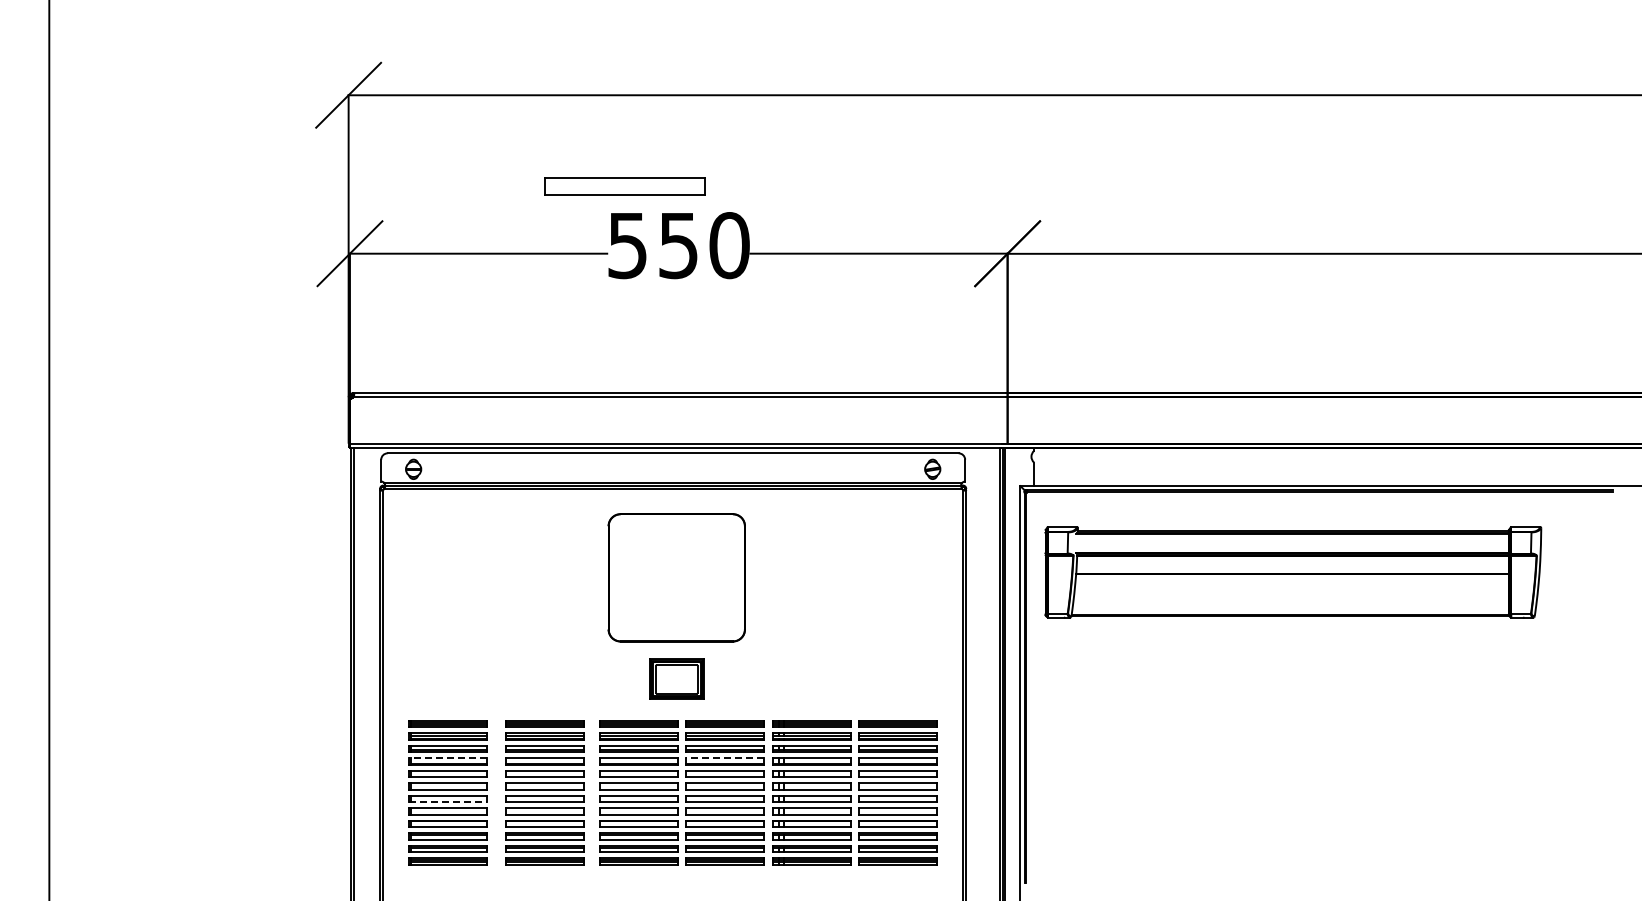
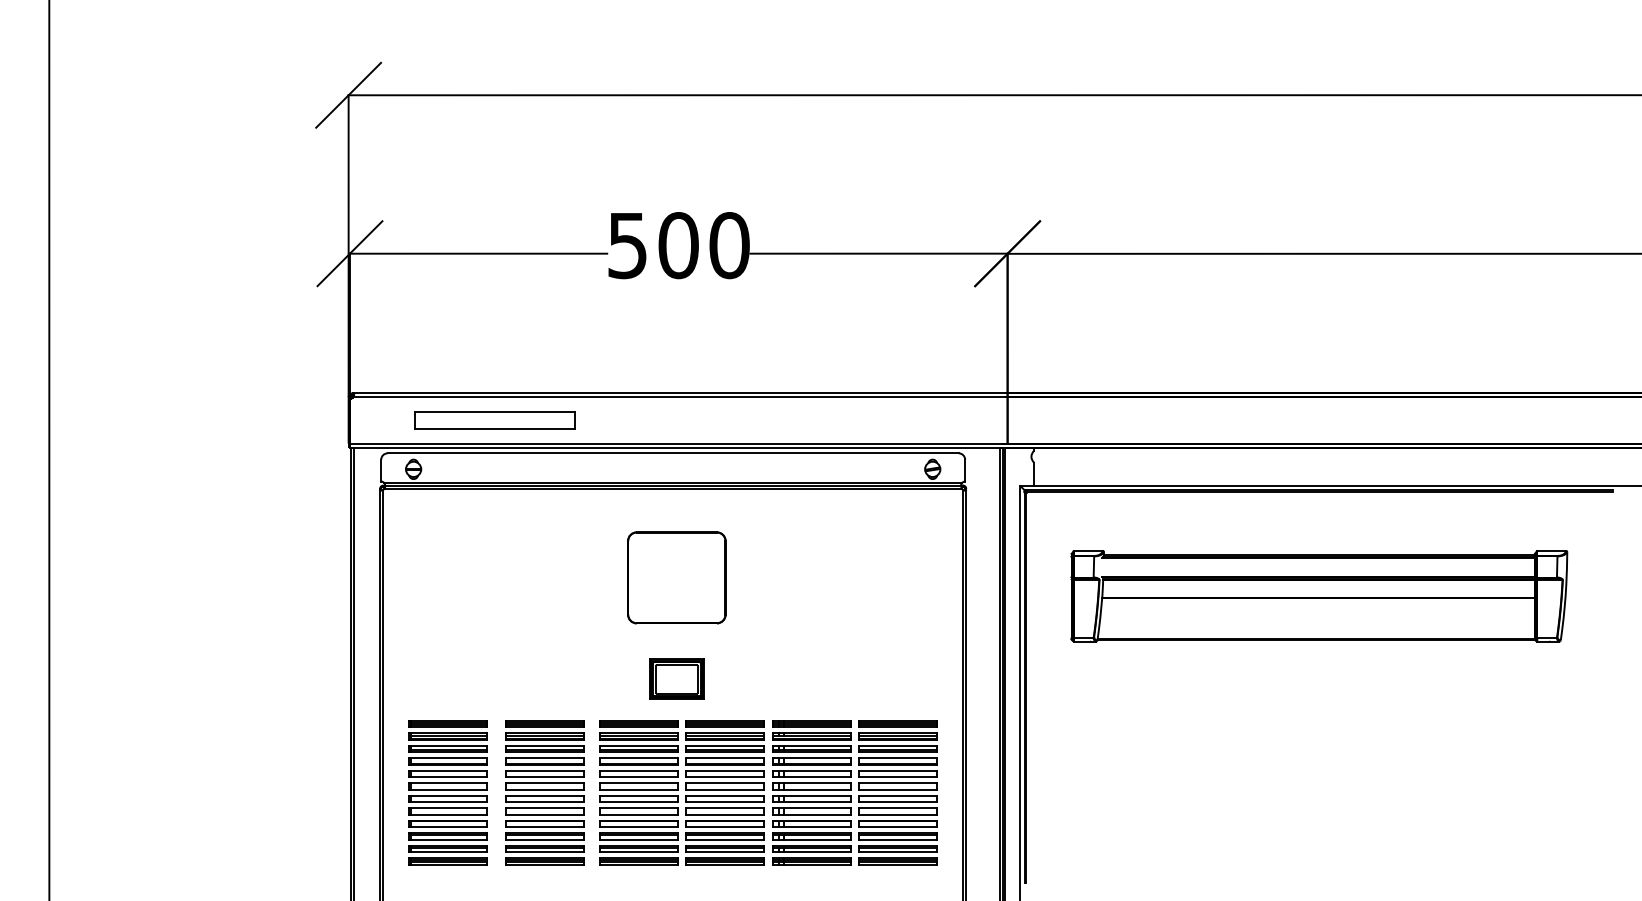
part at (624, 186) position: (624, 186) -> (494, 420)
text at (678, 245): 550 -> 500
part at (1293, 572) position: (1293, 572) -> (1319, 596)
part at (676, 577) size: 139x130 px -> 100x94 px
line at (448, 758): dashed -> solid
line at (725, 758): dashed -> solid
line at (448, 802): dashed -> solid
